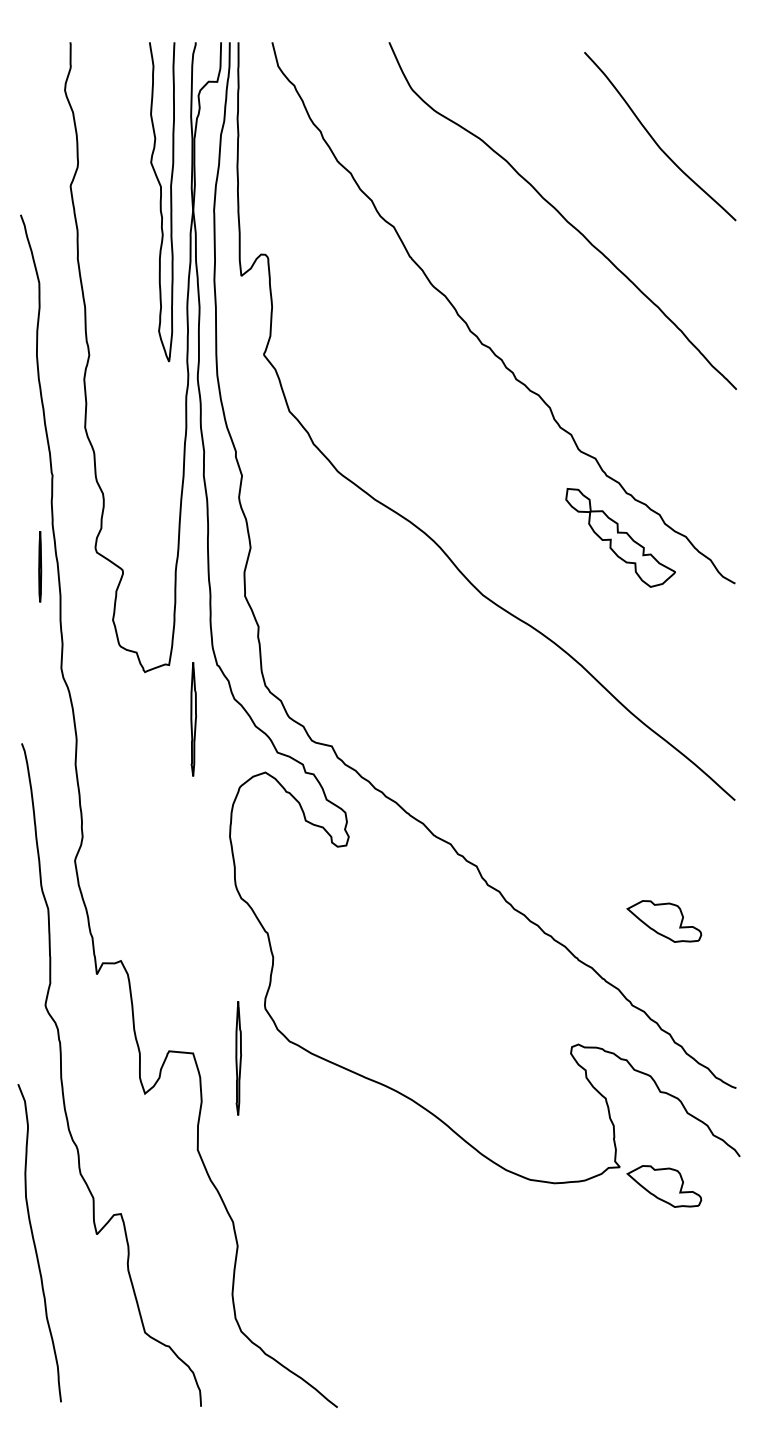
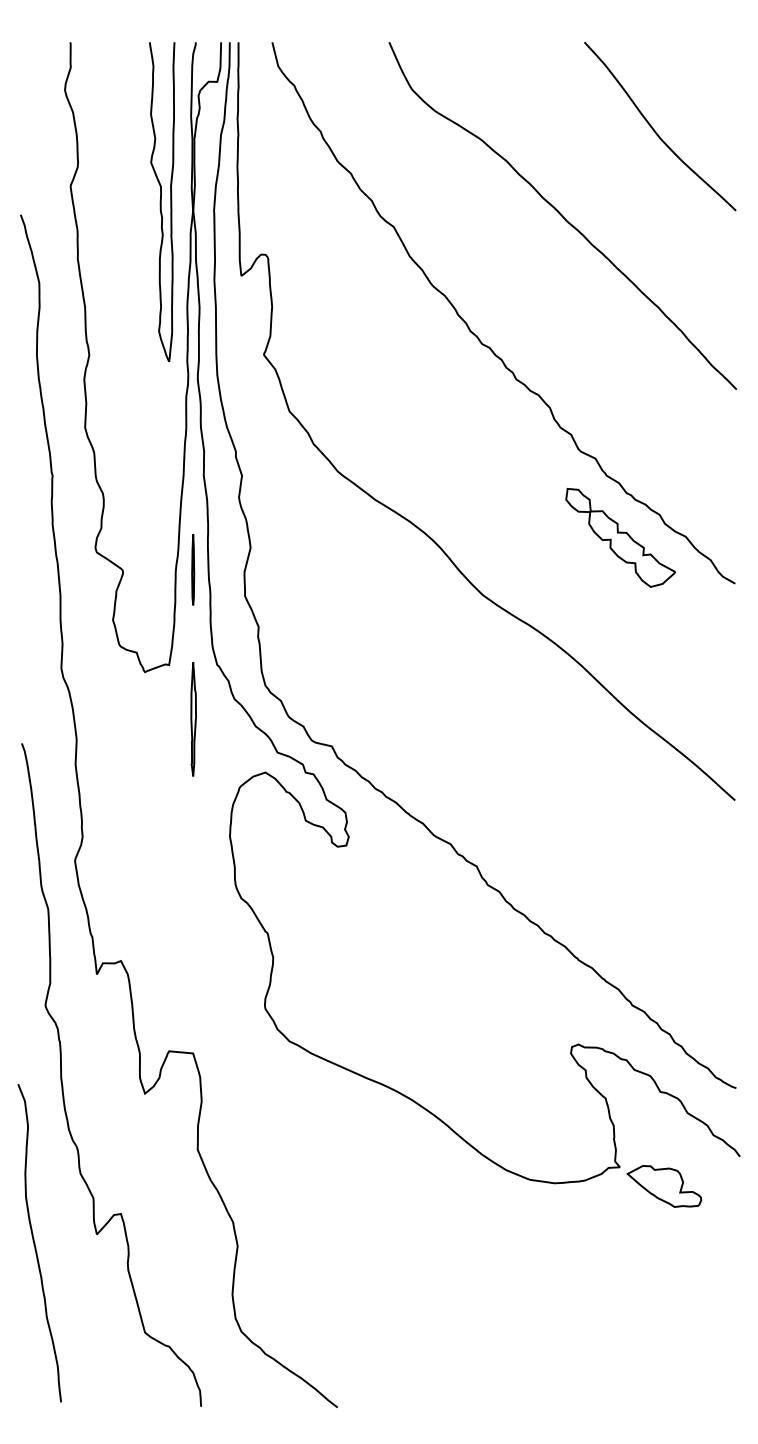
curve at (655, 140) position: (655, 140) -> (655, 130)
line at (40, 566) position: (40, 566) -> (193, 569)
part at (664, 921): present -> none
part at (238, 1058): present -> none
